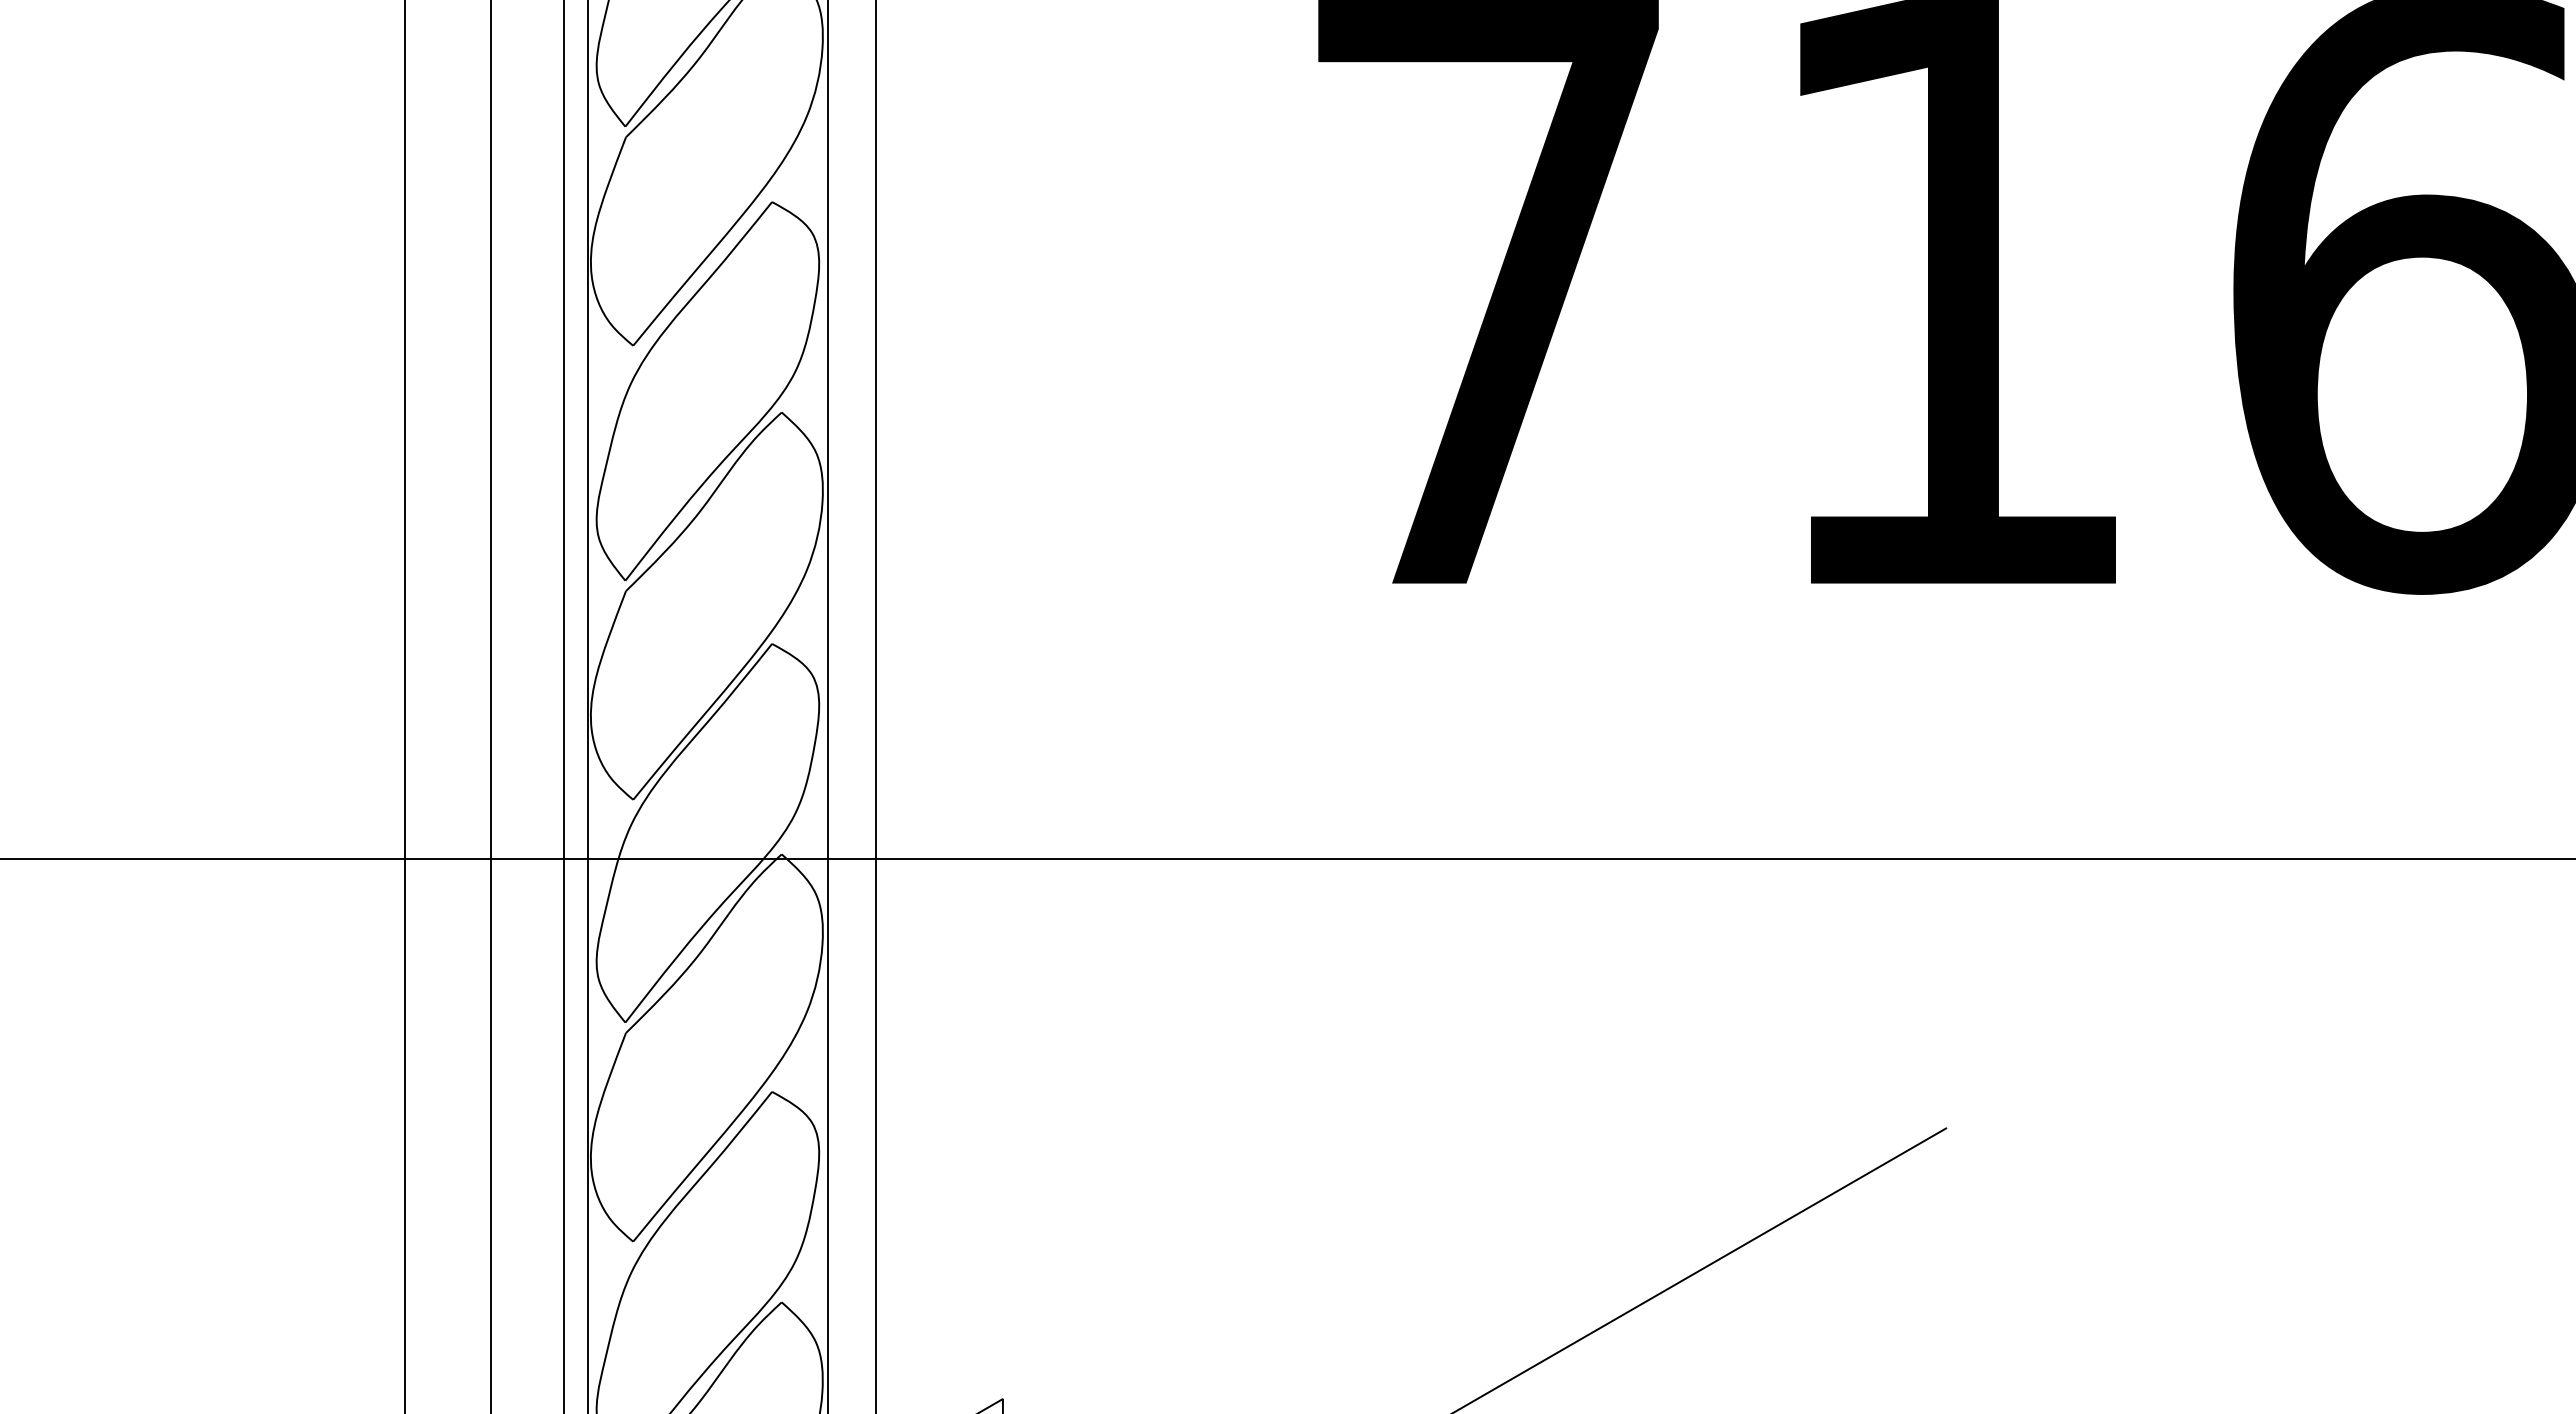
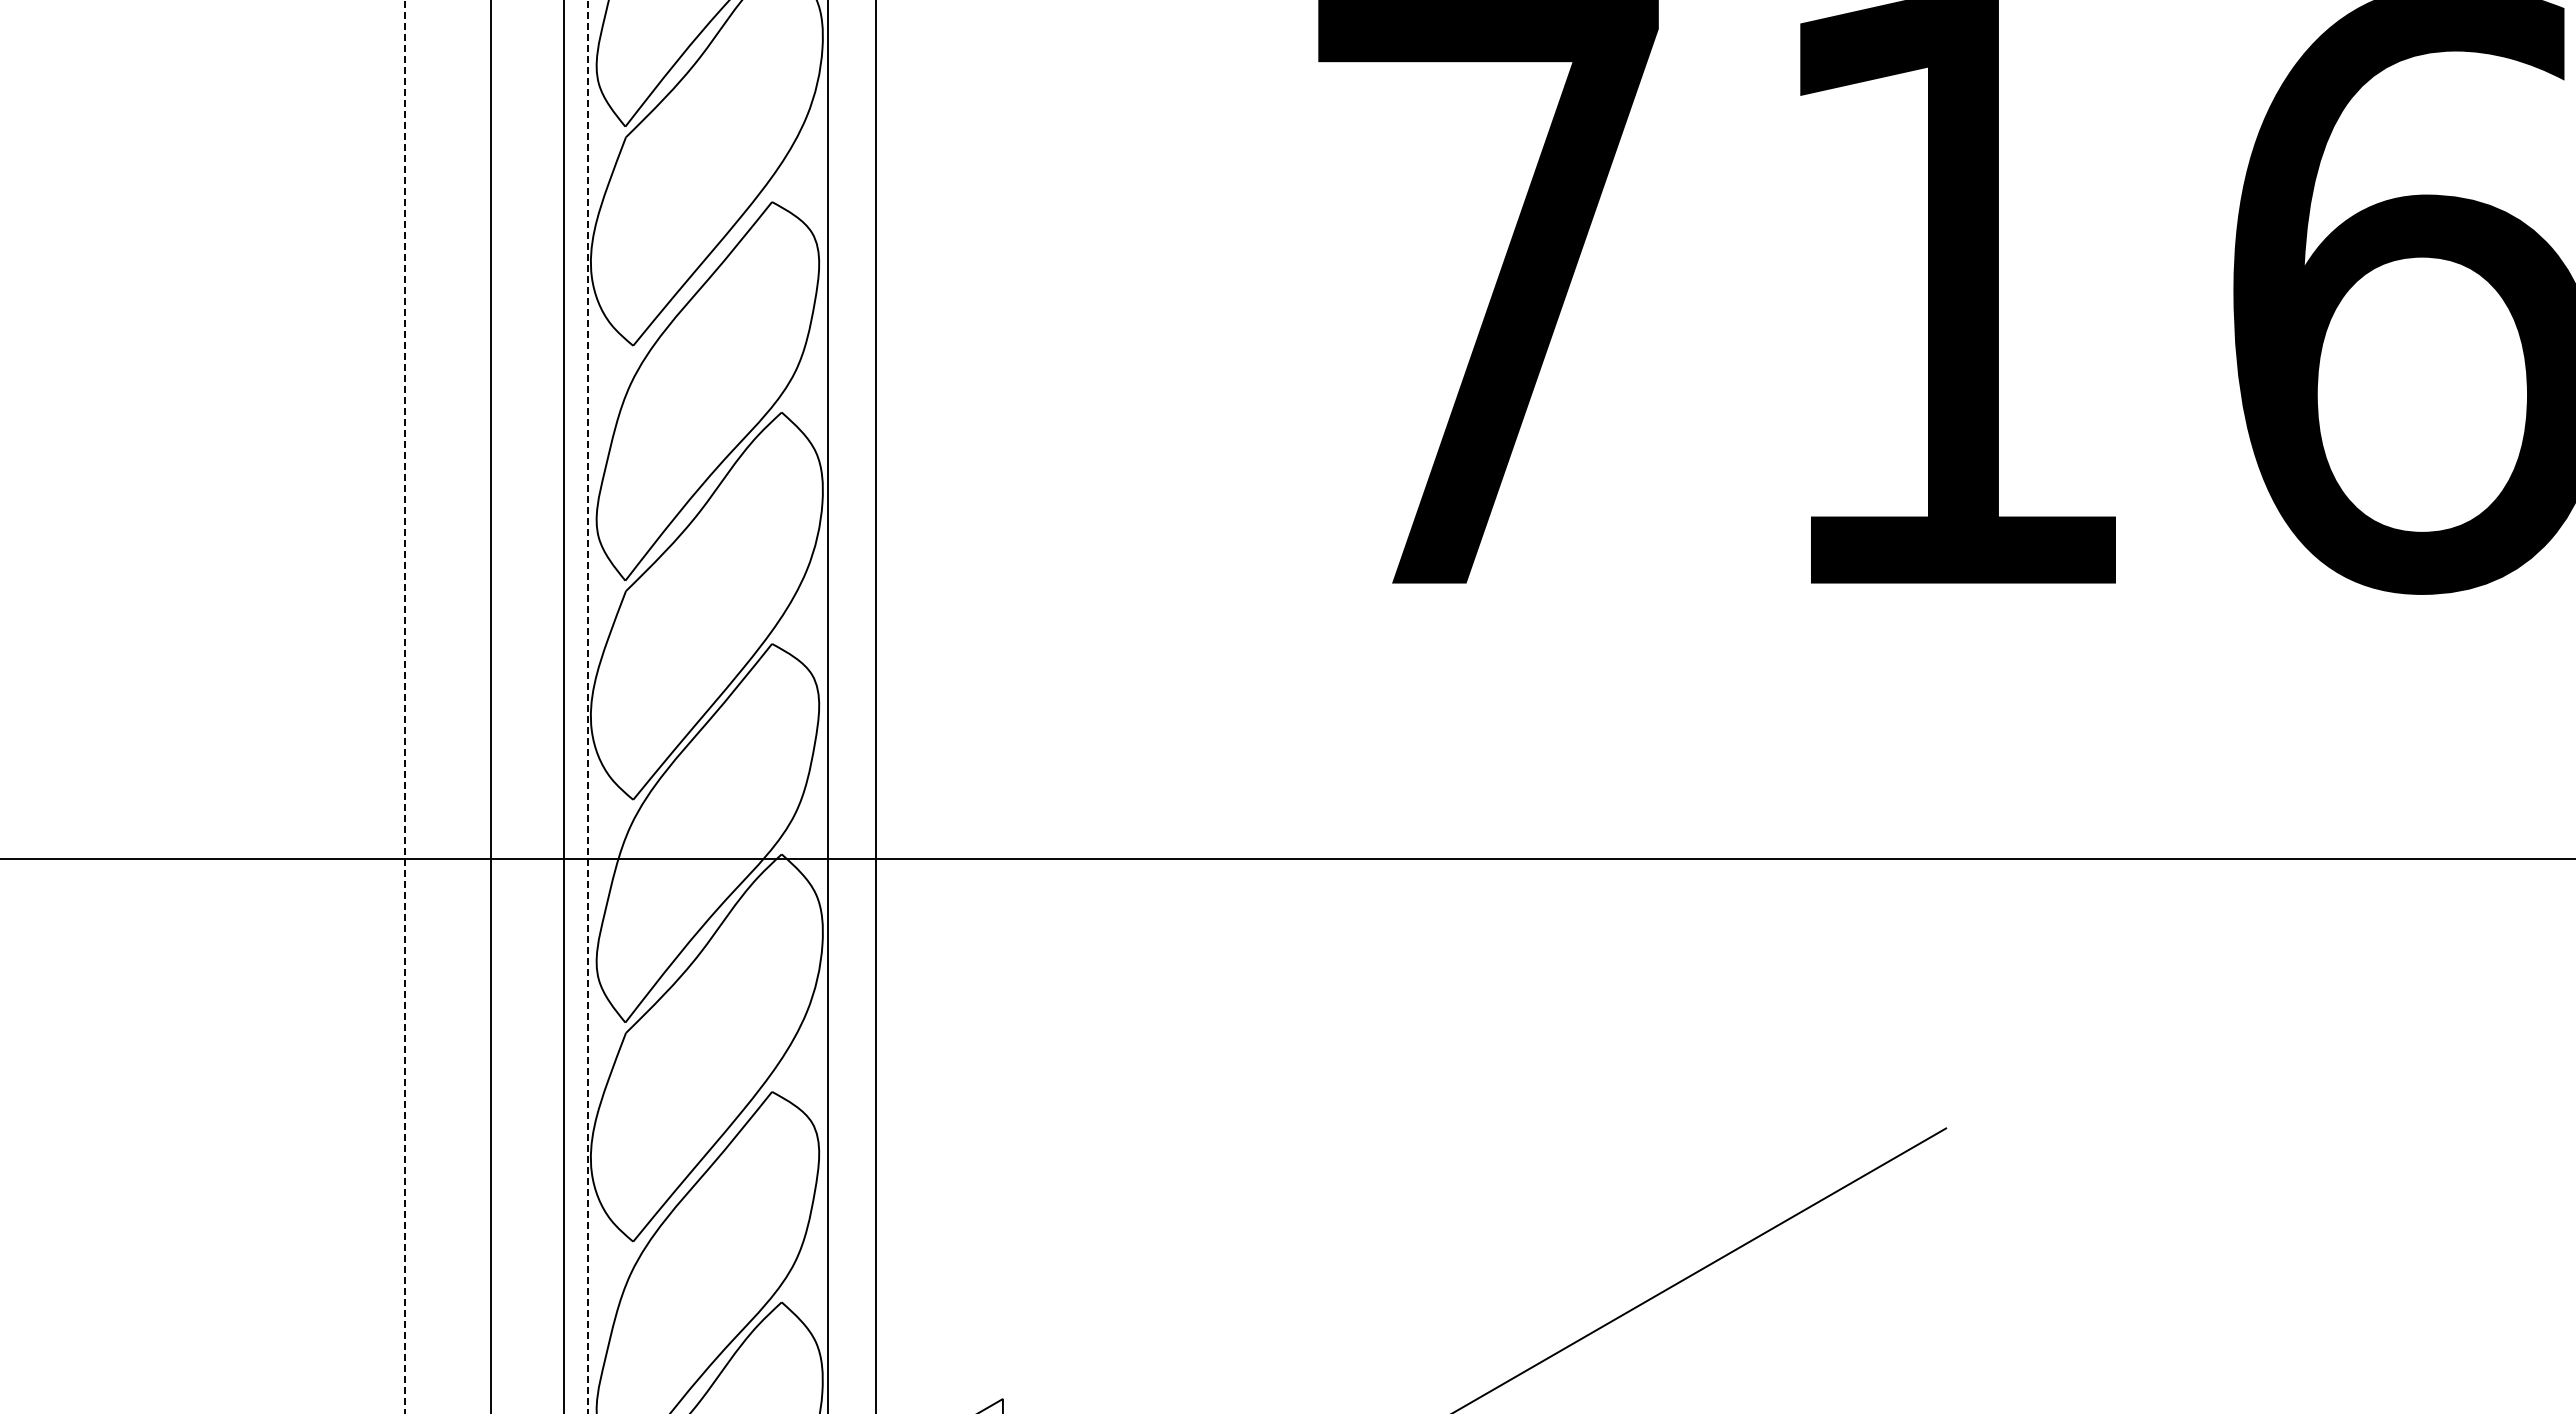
line at (404, 707): solid -> dashed
line at (587, 707): solid -> dashed
